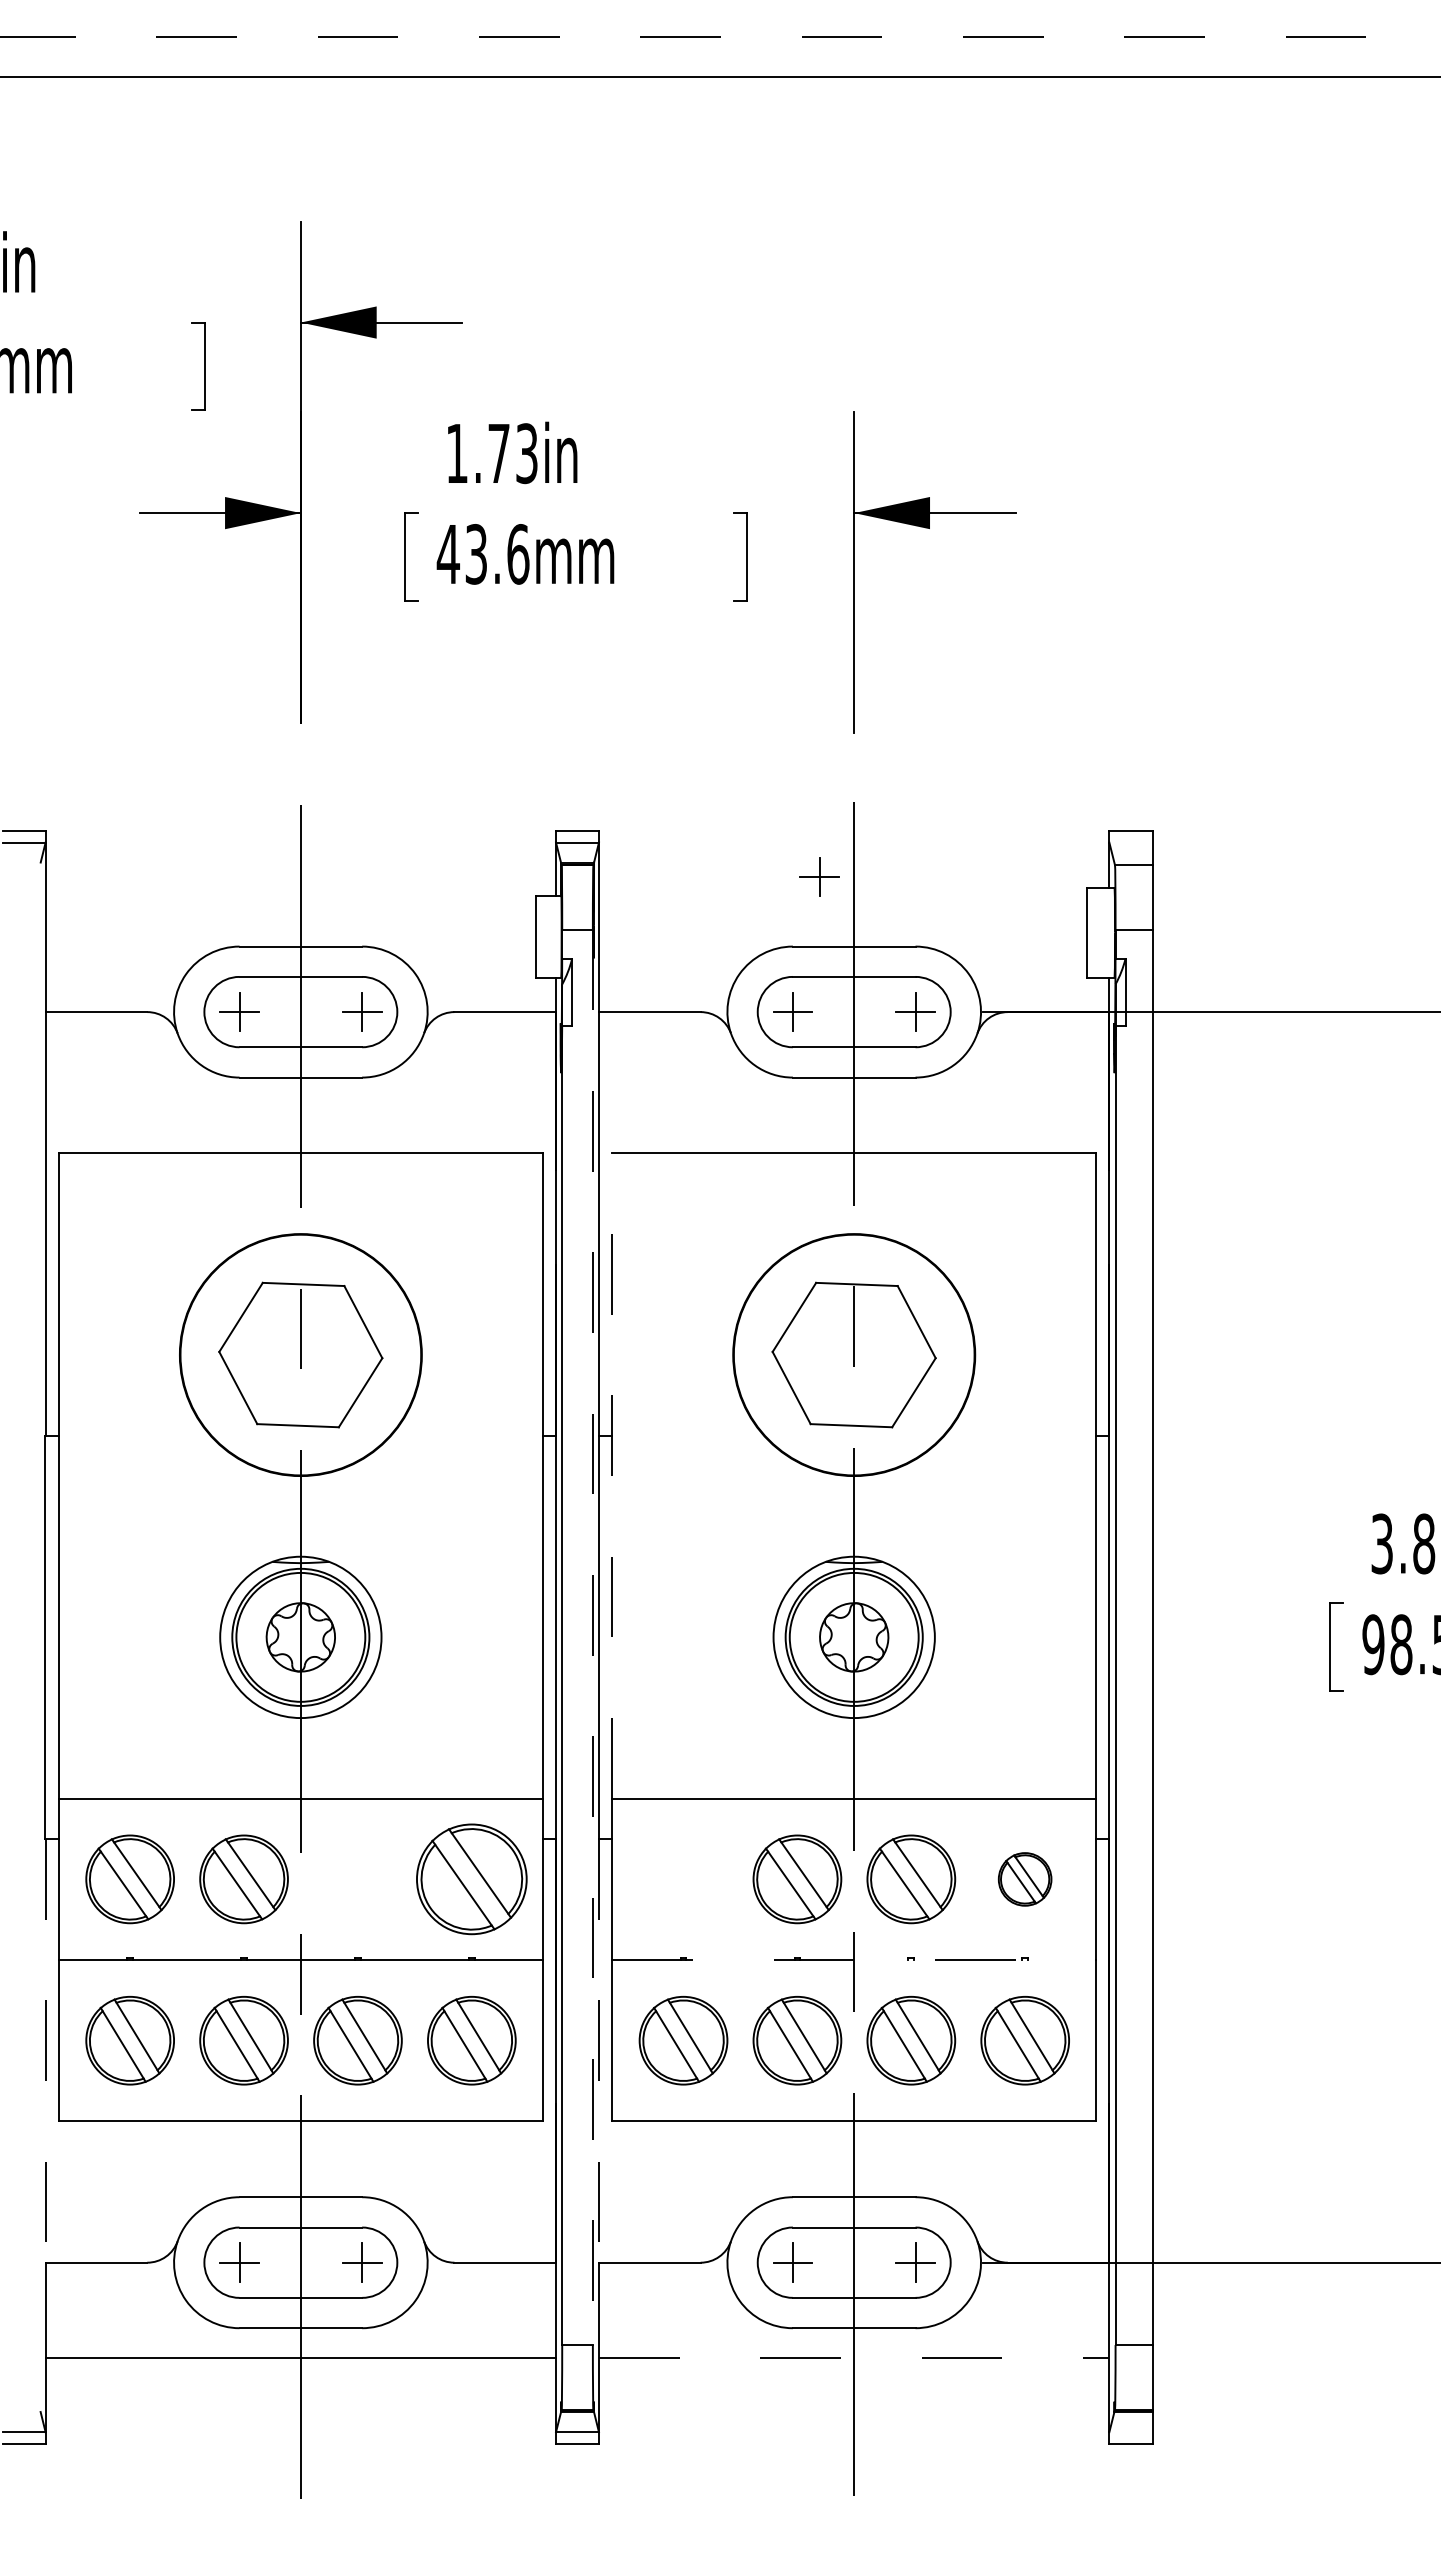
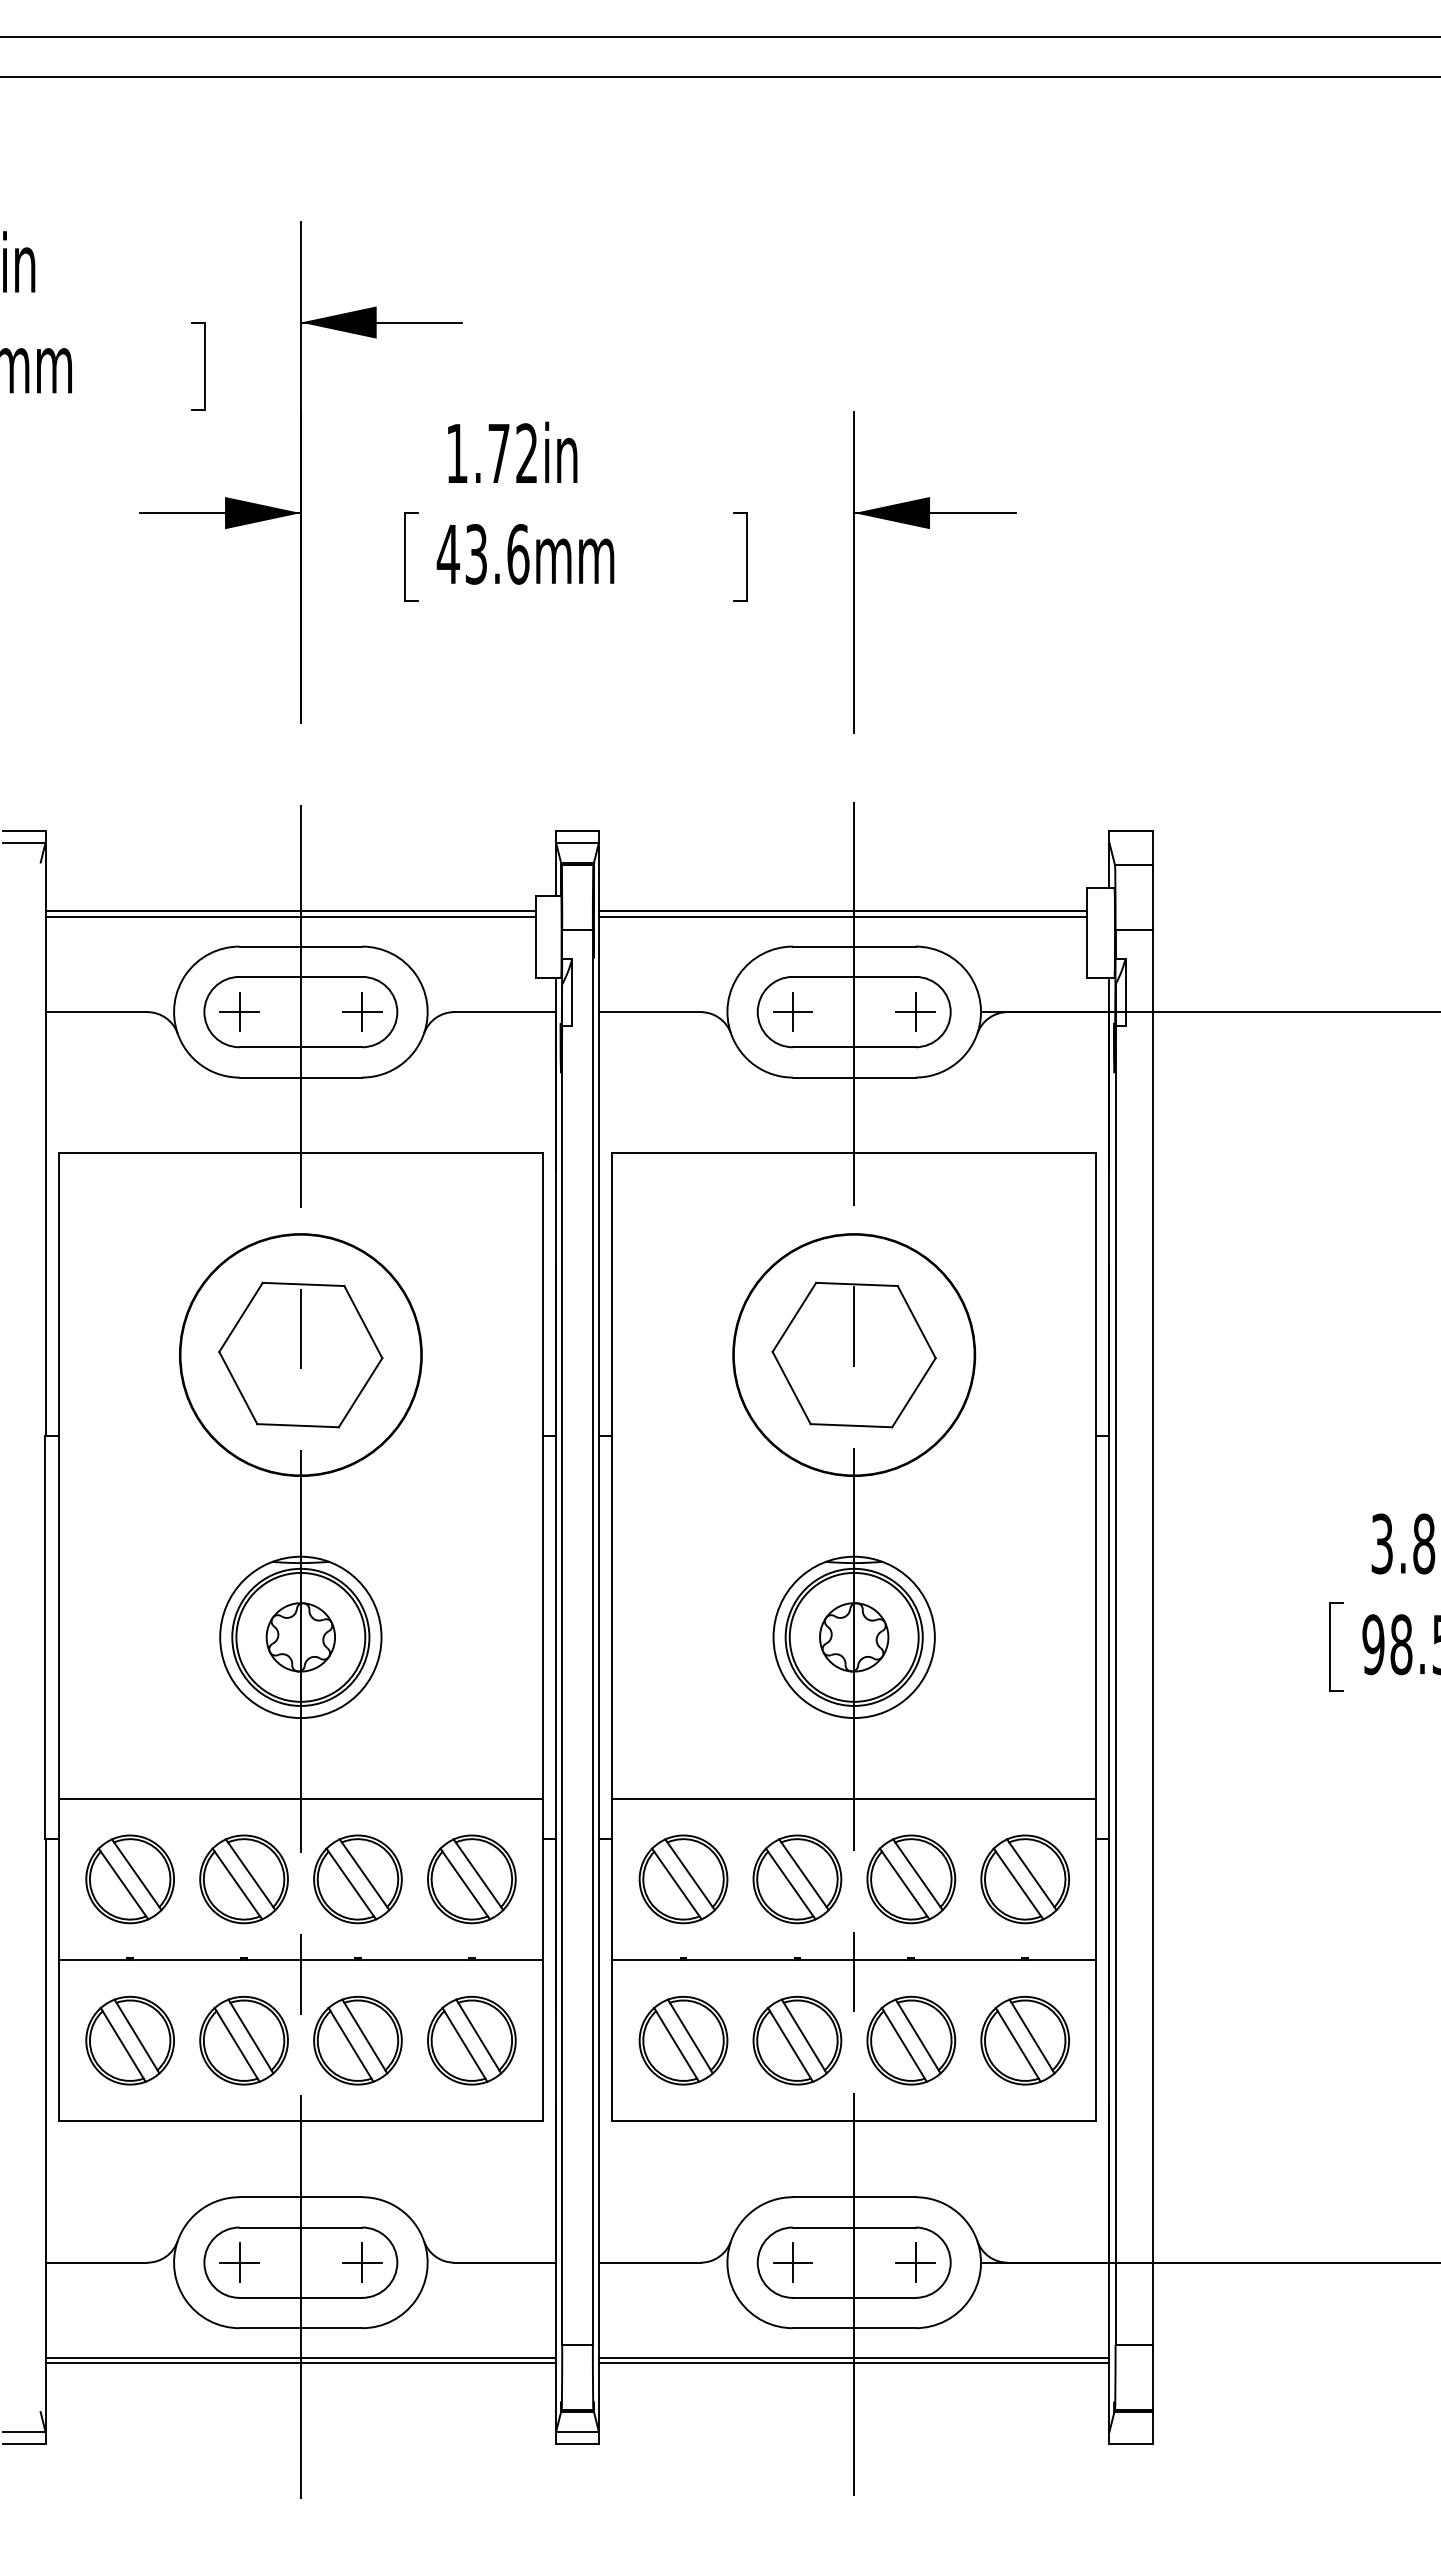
line at (721, 36): dashed -> solid
text at (526, 453): 1.73in -> 1.72in
part at (819, 876): present -> none
line at (290, 911): none -> present
line at (842, 911): none -> present
line at (290, 917): none -> present
line at (842, 917): none -> present
line at (612, 1476): dashed -> solid
line at (592, 1637): dashed -> solid
part at (357, 1879): none -> present
part at (471, 1879) size: 112x113 px -> 90x91 px
part at (683, 1879): none -> present
part at (1024, 1879) size: 56x55 px -> 90x91 px
line at (854, 1960): dashed -> solid
line at (45, 2050): dashed -> solid
line at (599, 2050): dashed -> solid
line at (854, 2357): dashed -> solid
line at (300, 2363): none -> present
line at (854, 2363): none -> present
